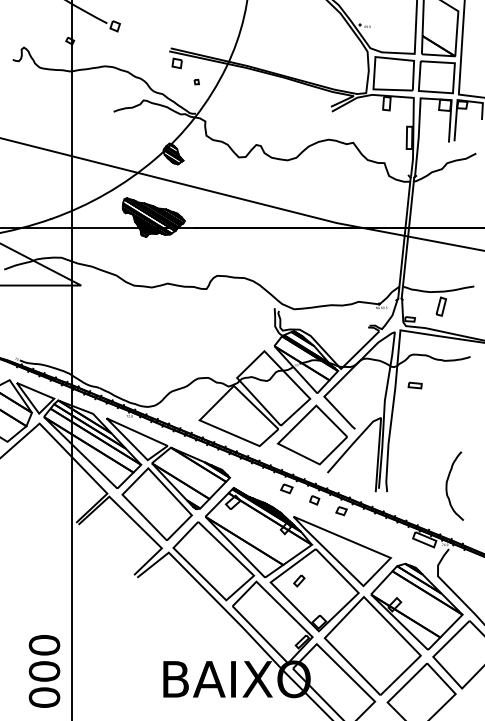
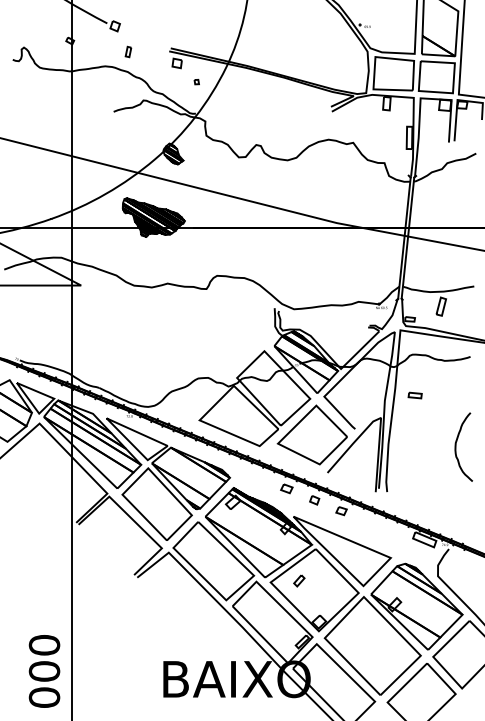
part at (128, 51): none -> present
part at (414, 385) position: (414, 385) -> (414, 395)
curve at (447, 485) position: (447, 485) -> (456, 446)
